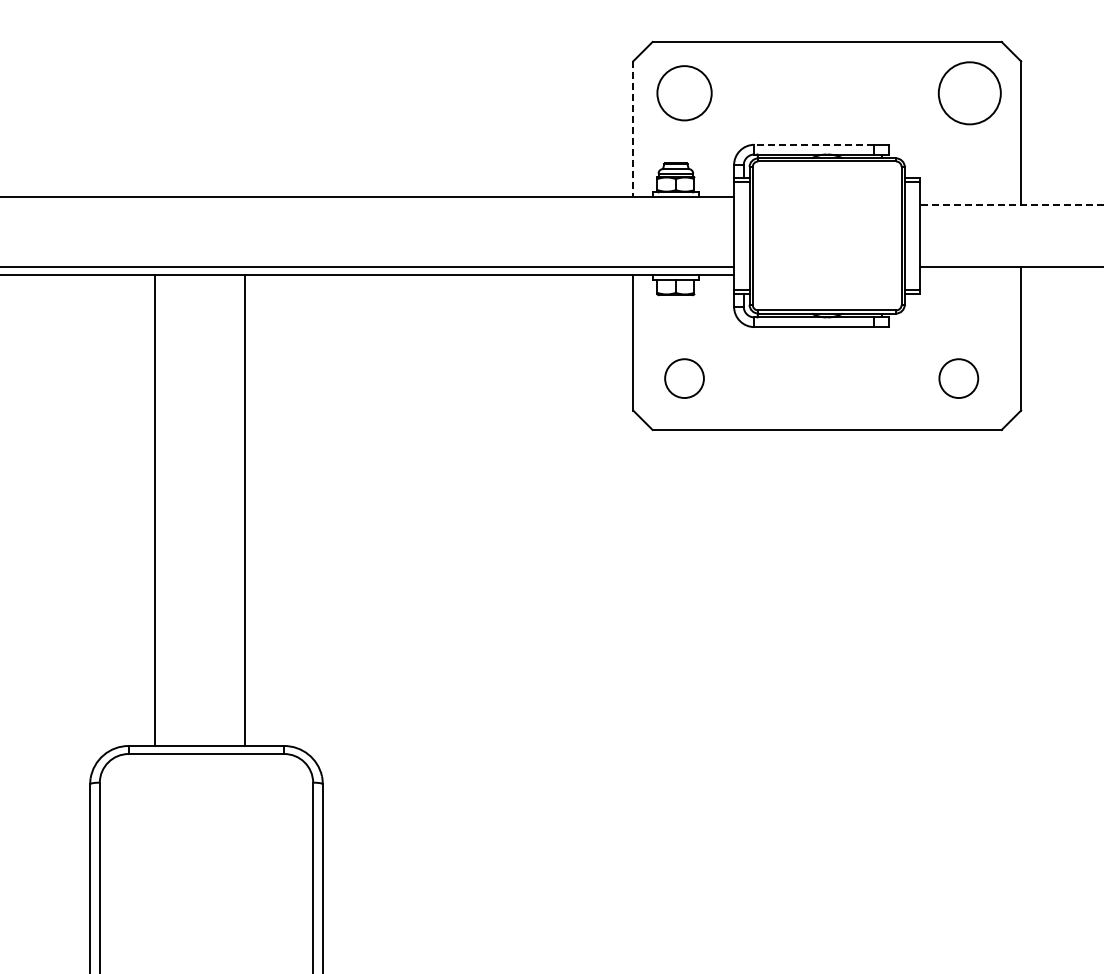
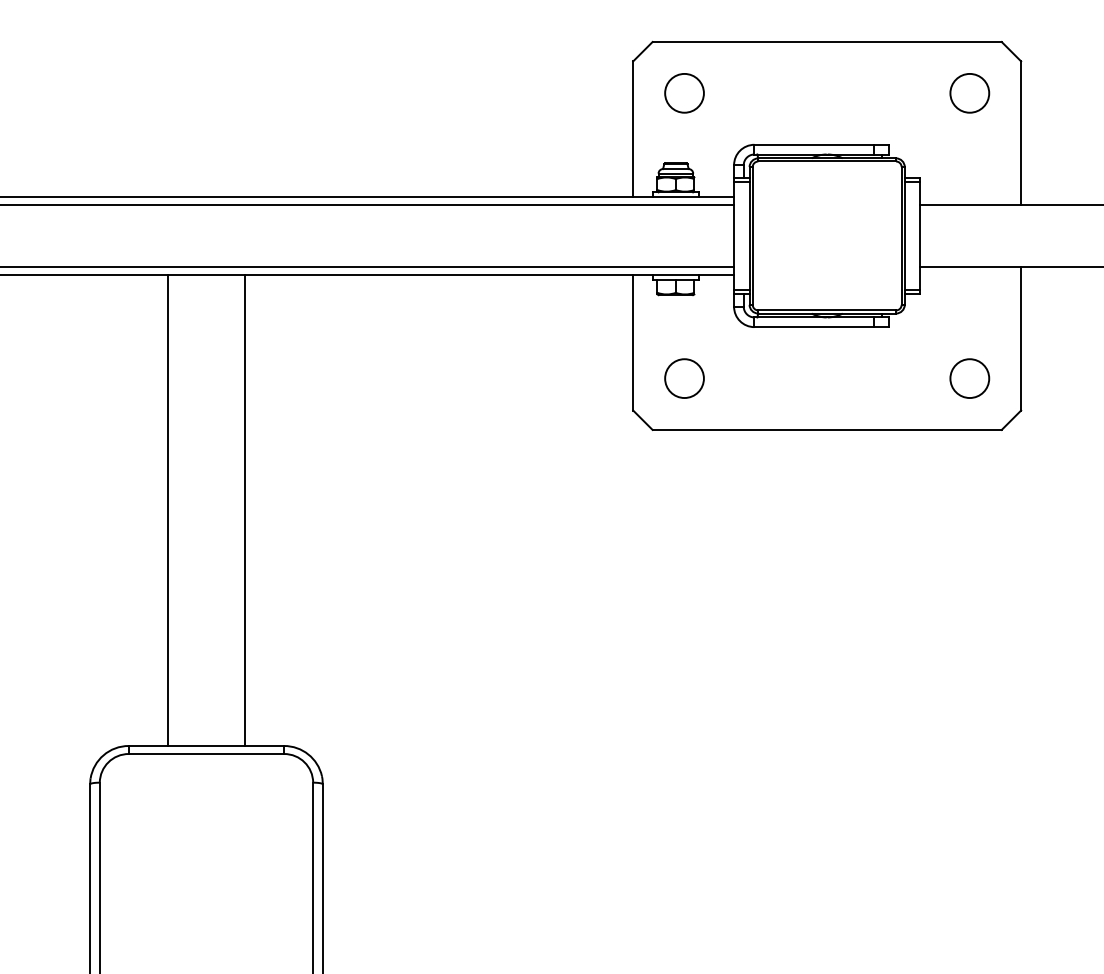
circle at (684, 93) size: 57x57 px -> 41x41 px
circle at (969, 93) diameter: 62 px -> 39 px
line at (633, 129): dashed -> solid
line at (814, 144): dashed -> solid
line at (368, 204): none -> present
line at (1011, 204): dashed -> solid
circle at (958, 378) position: (958, 378) -> (969, 378)
line at (154, 510) position: (154, 510) -> (167, 510)
